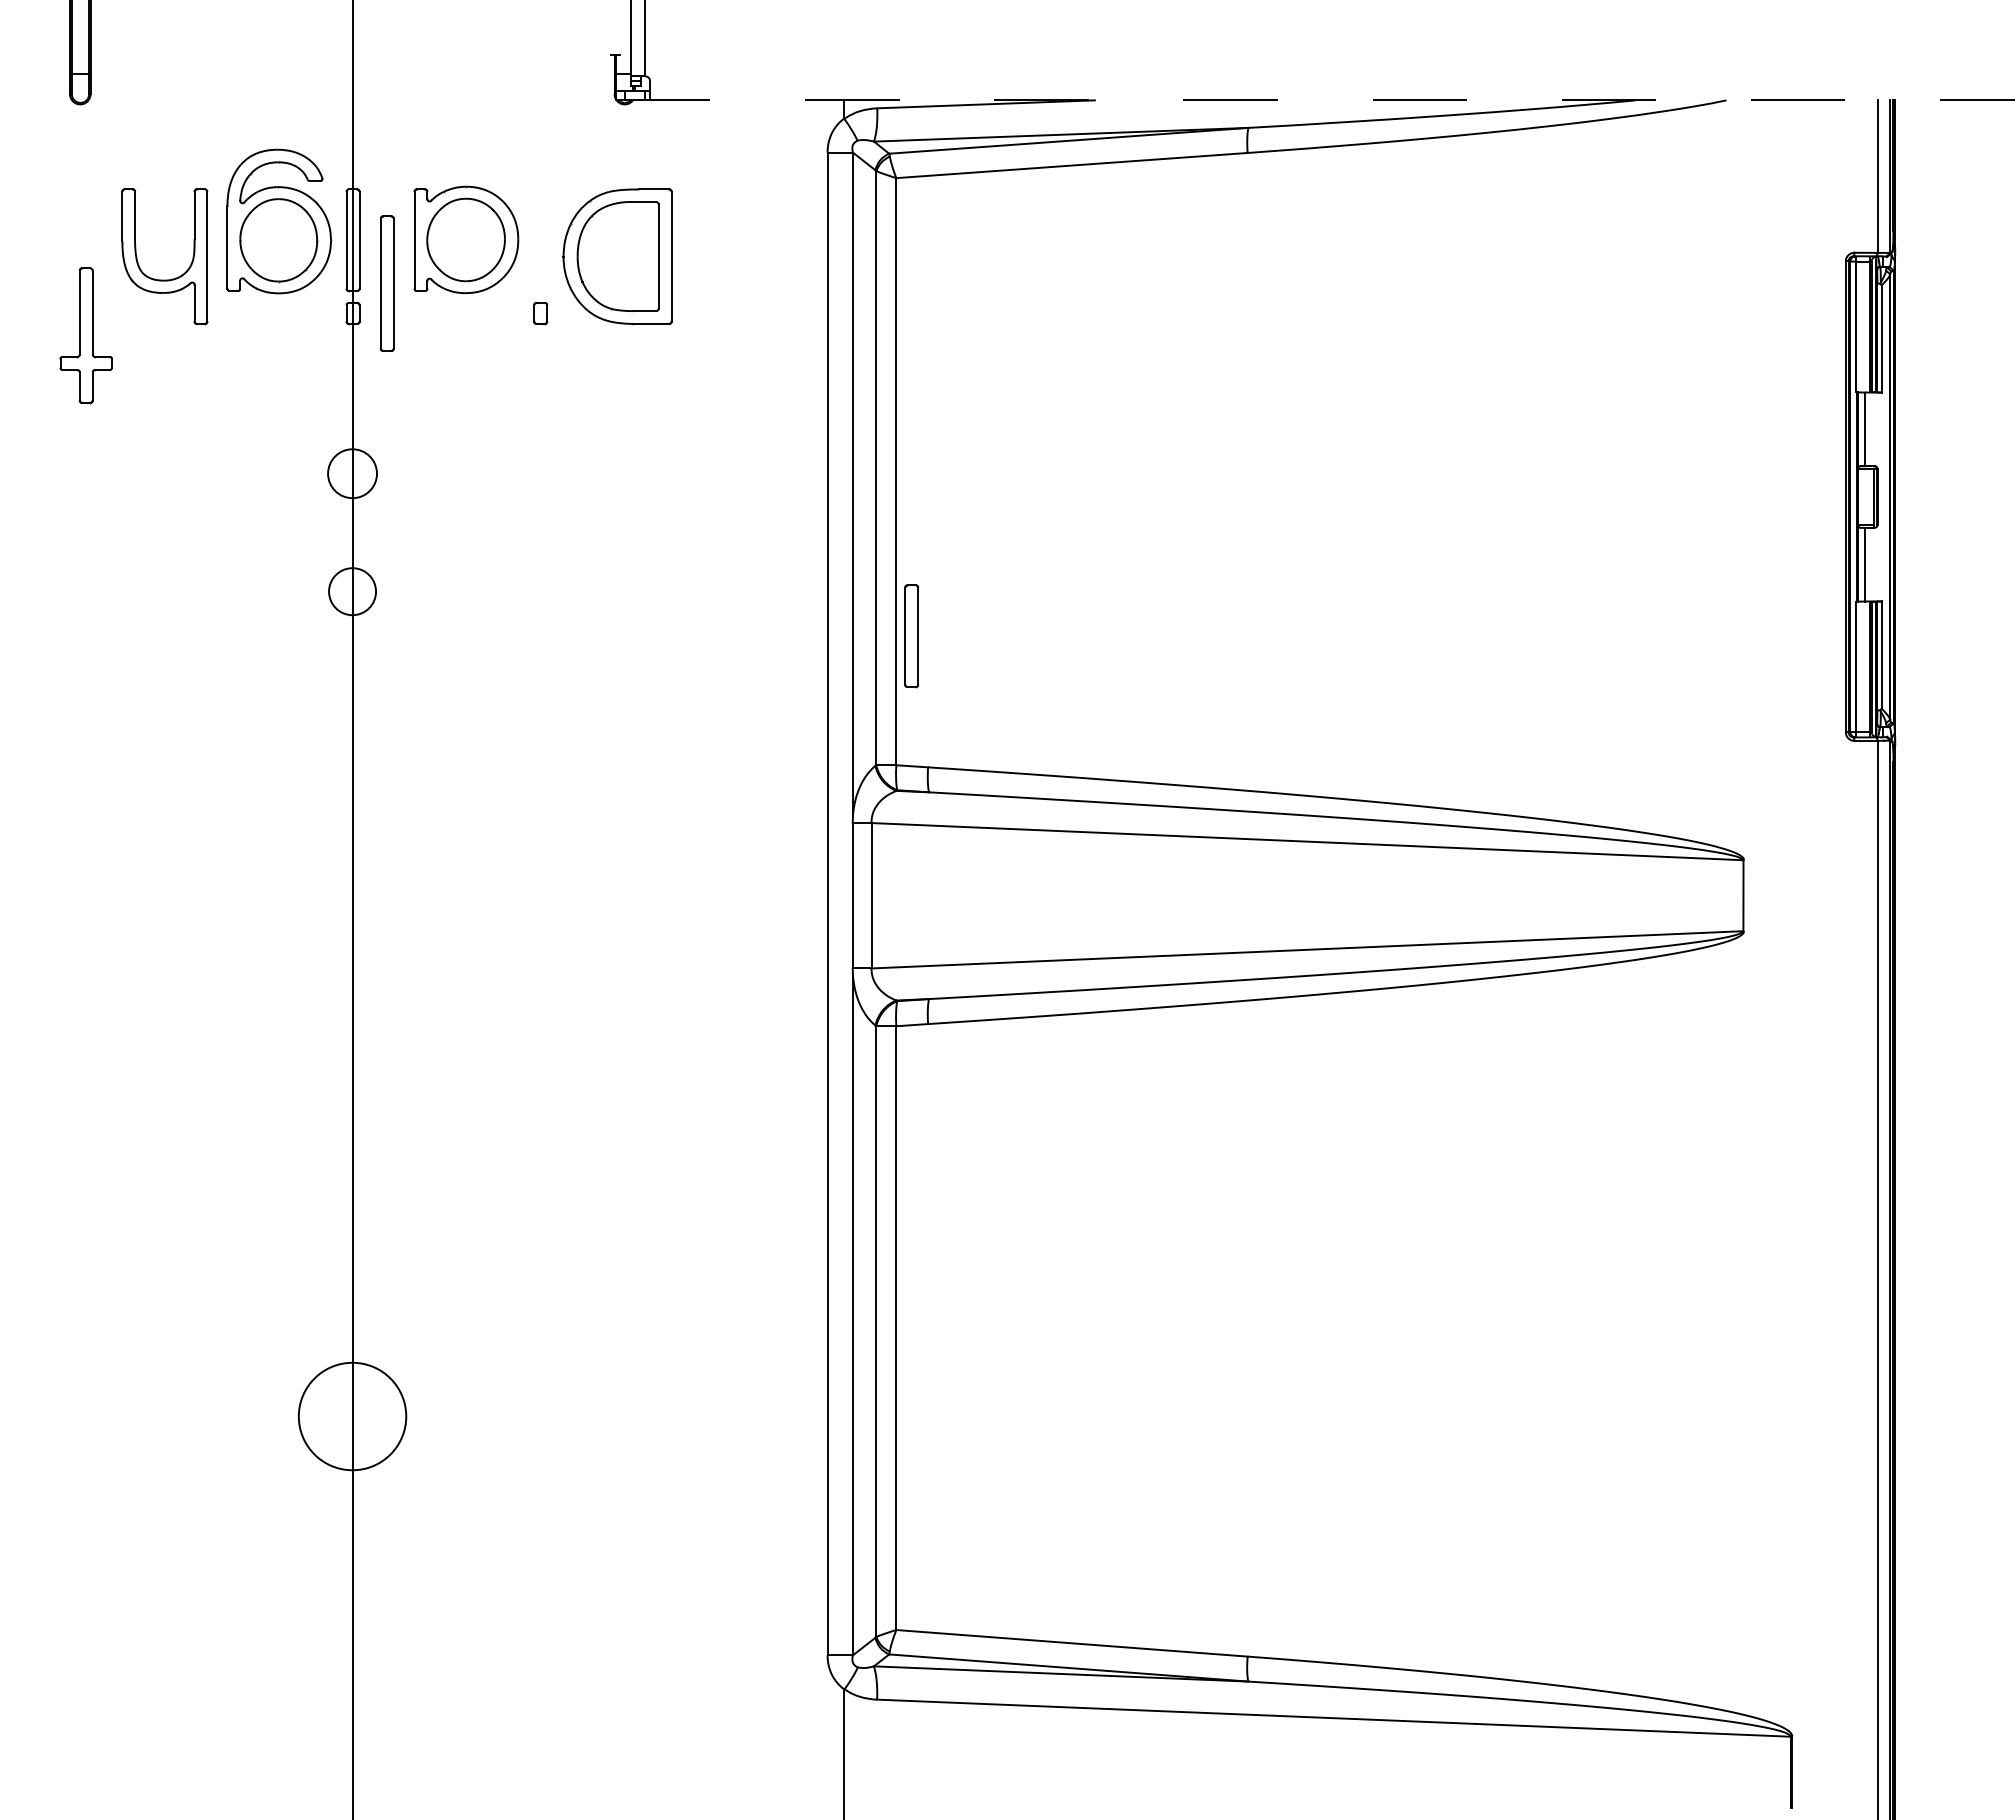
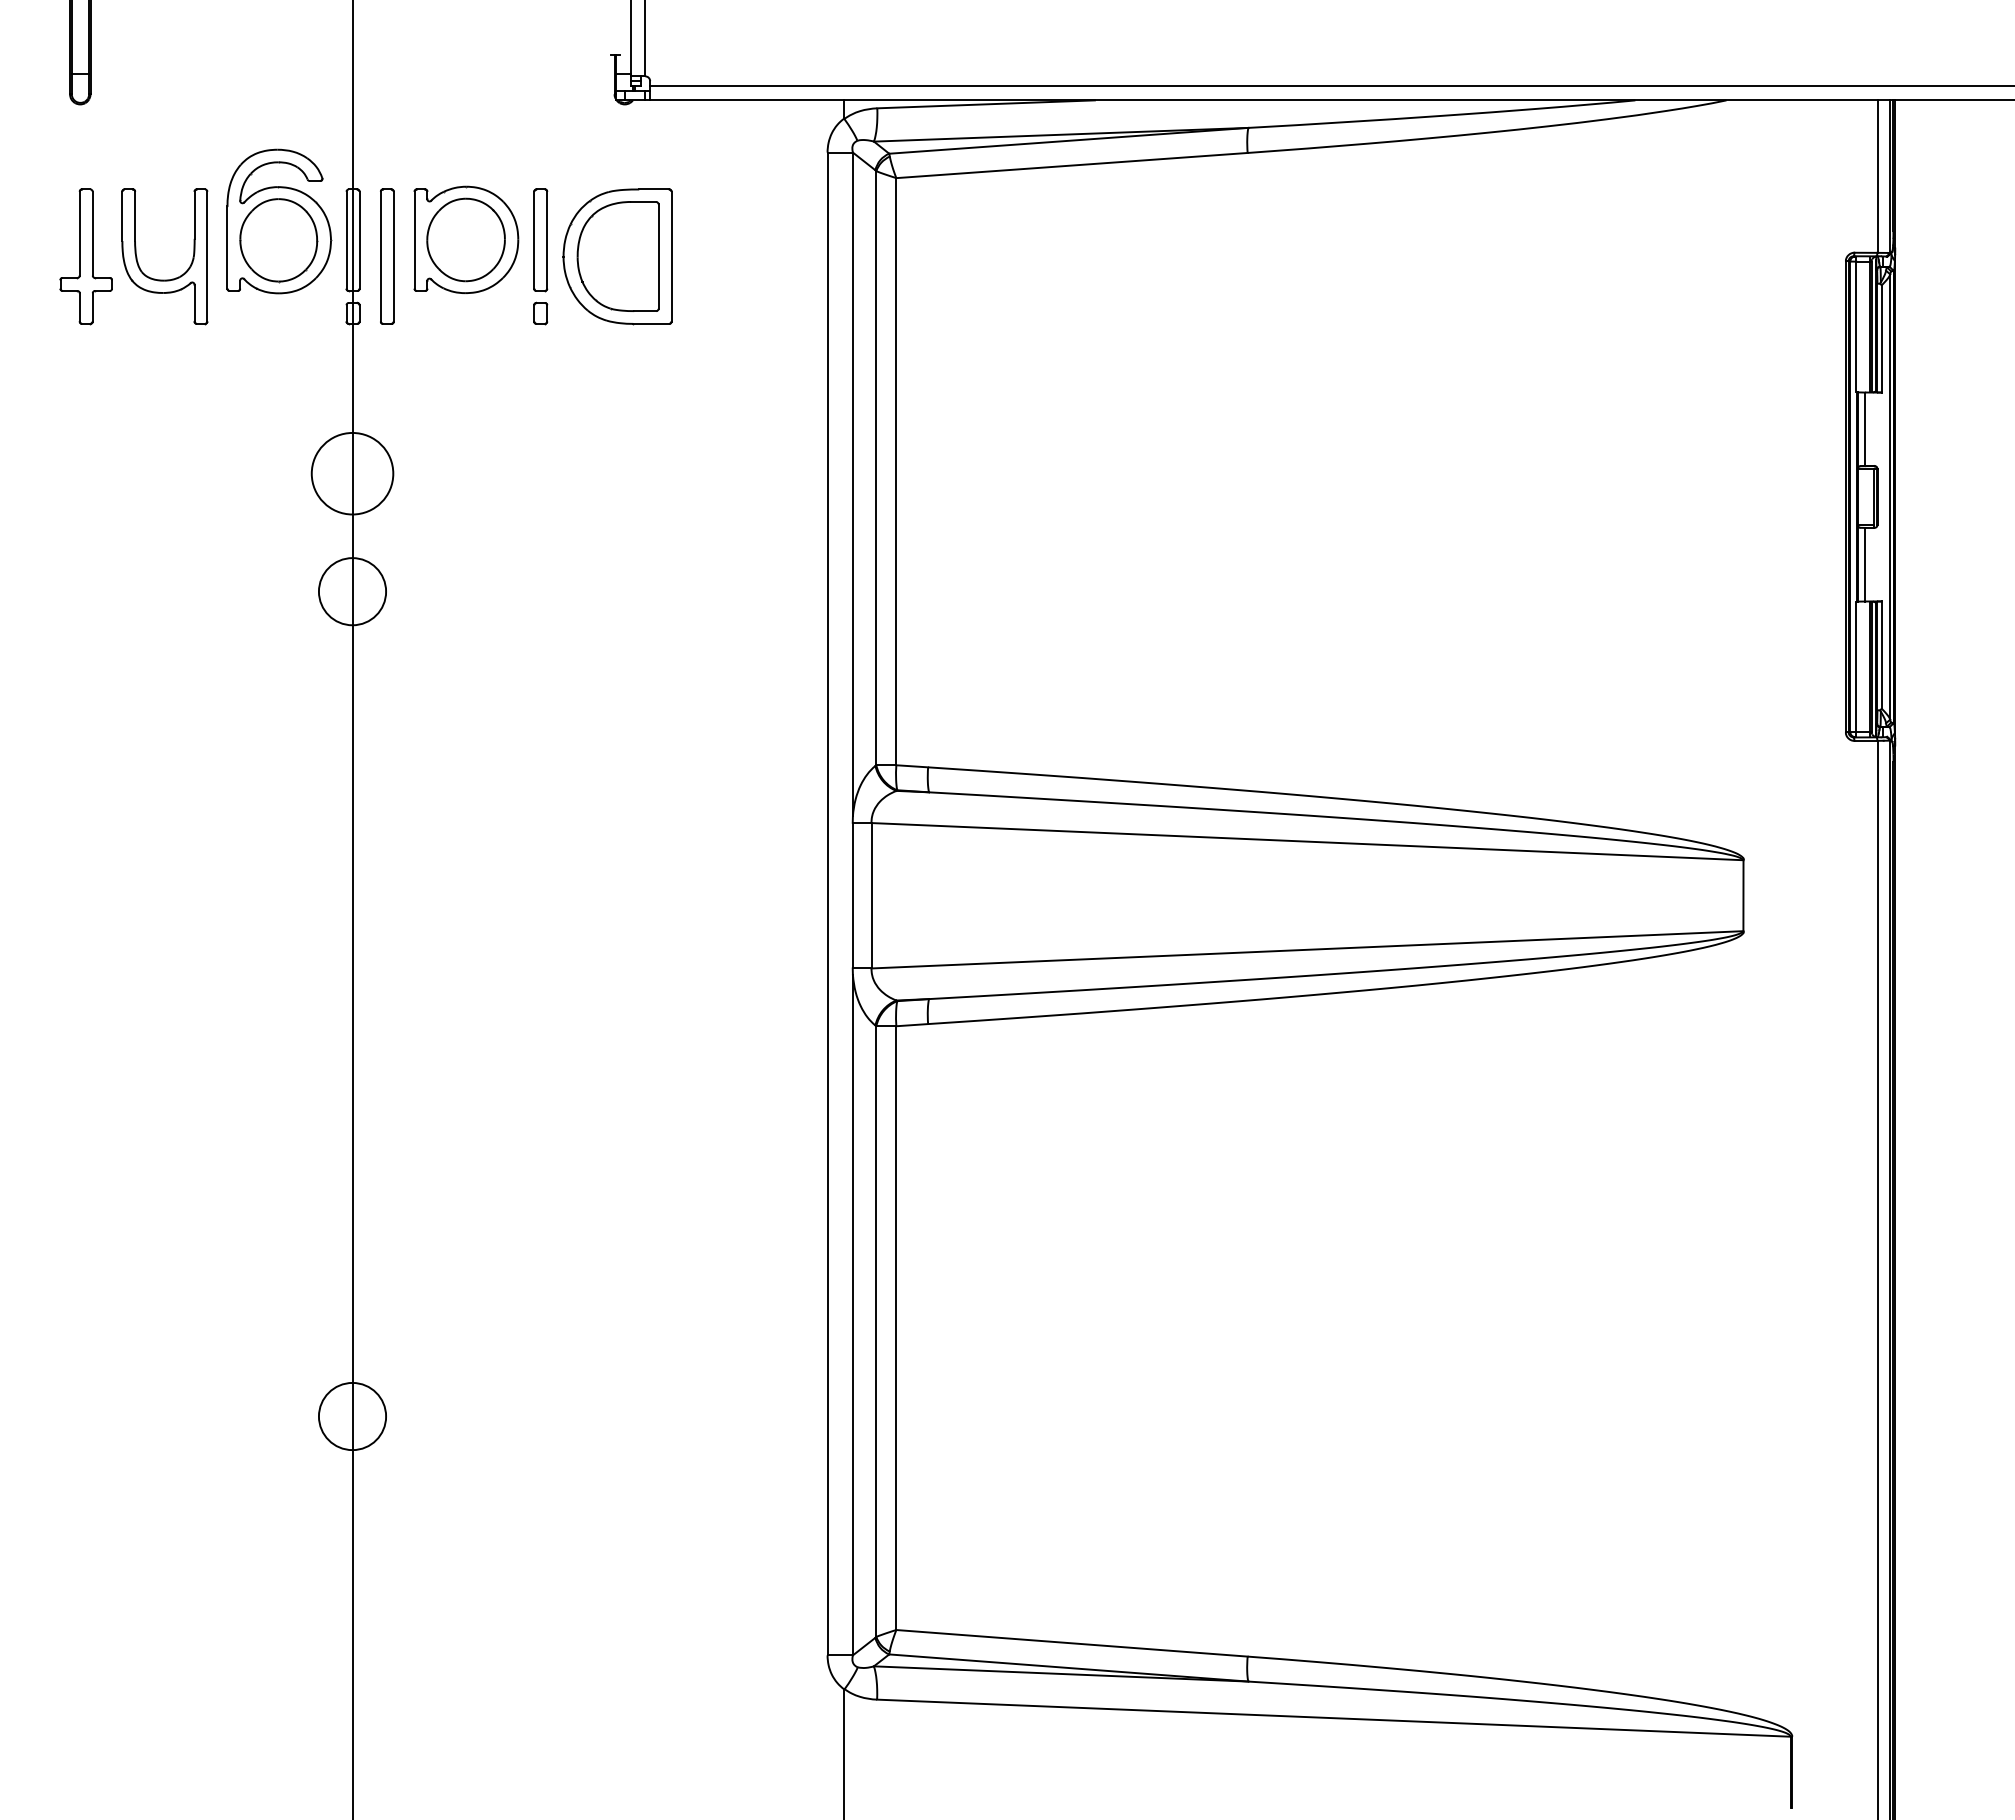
line at (1330, 86): none -> present
line at (1315, 100): dashed -> solid
part at (387, 283) position: (387, 283) -> (387, 256)
part at (85, 335) position: (85, 335) -> (85, 256)
circle at (352, 473) diameter: 49 px -> 82 px
circle at (352, 591) diameter: 47 px -> 67 px
part at (911, 636) position: (911, 636) -> (540, 240)
circle at (352, 1416) diameter: 107 px -> 67 px
